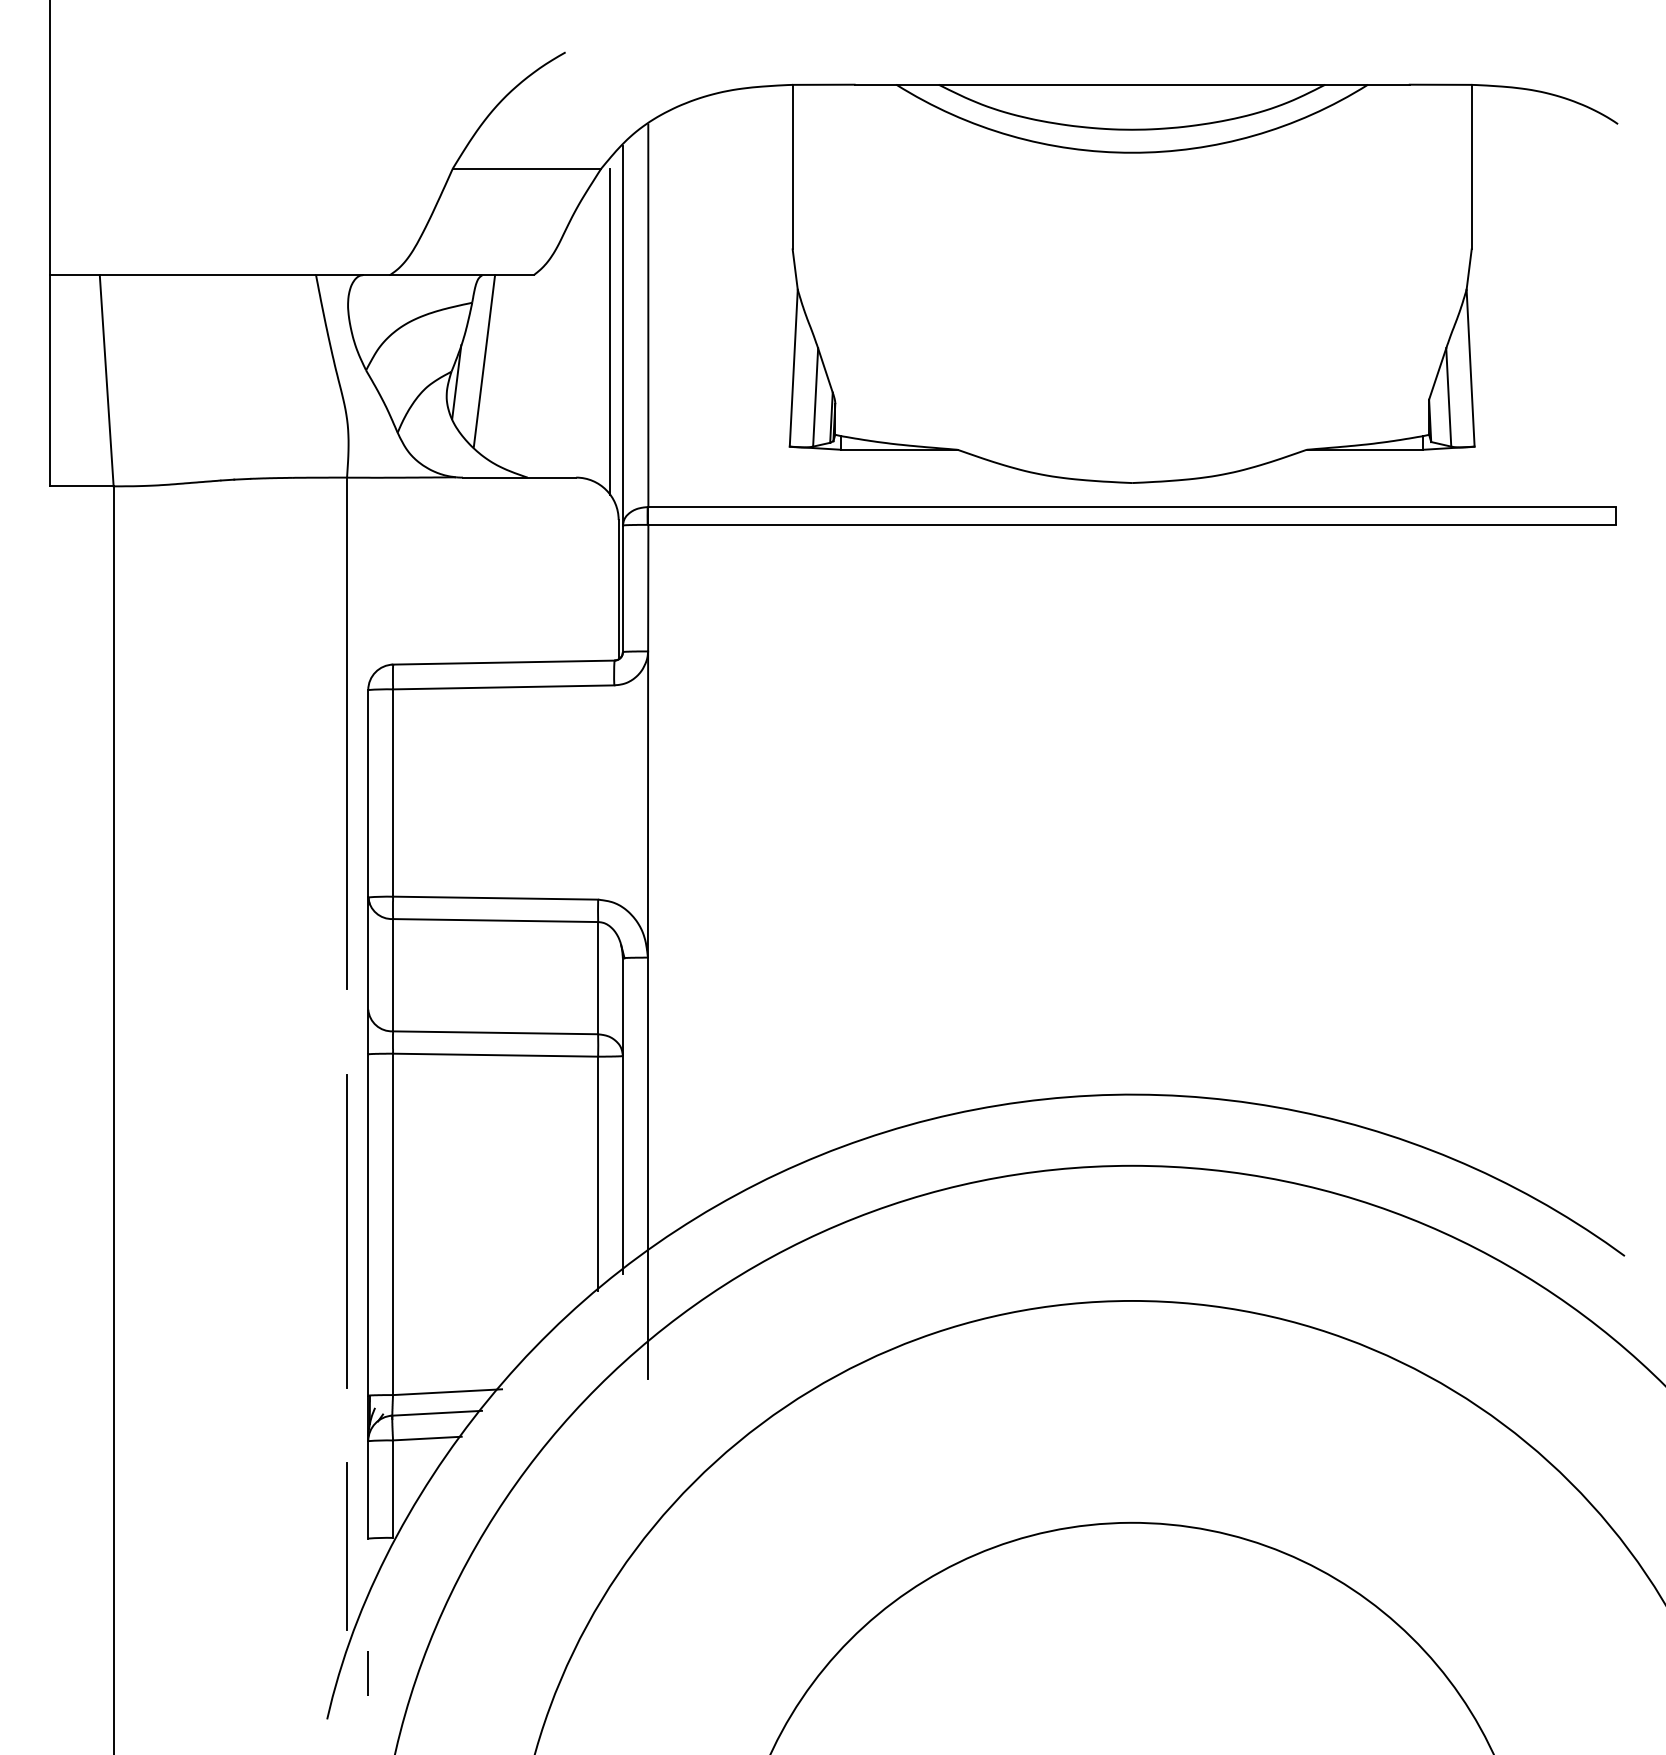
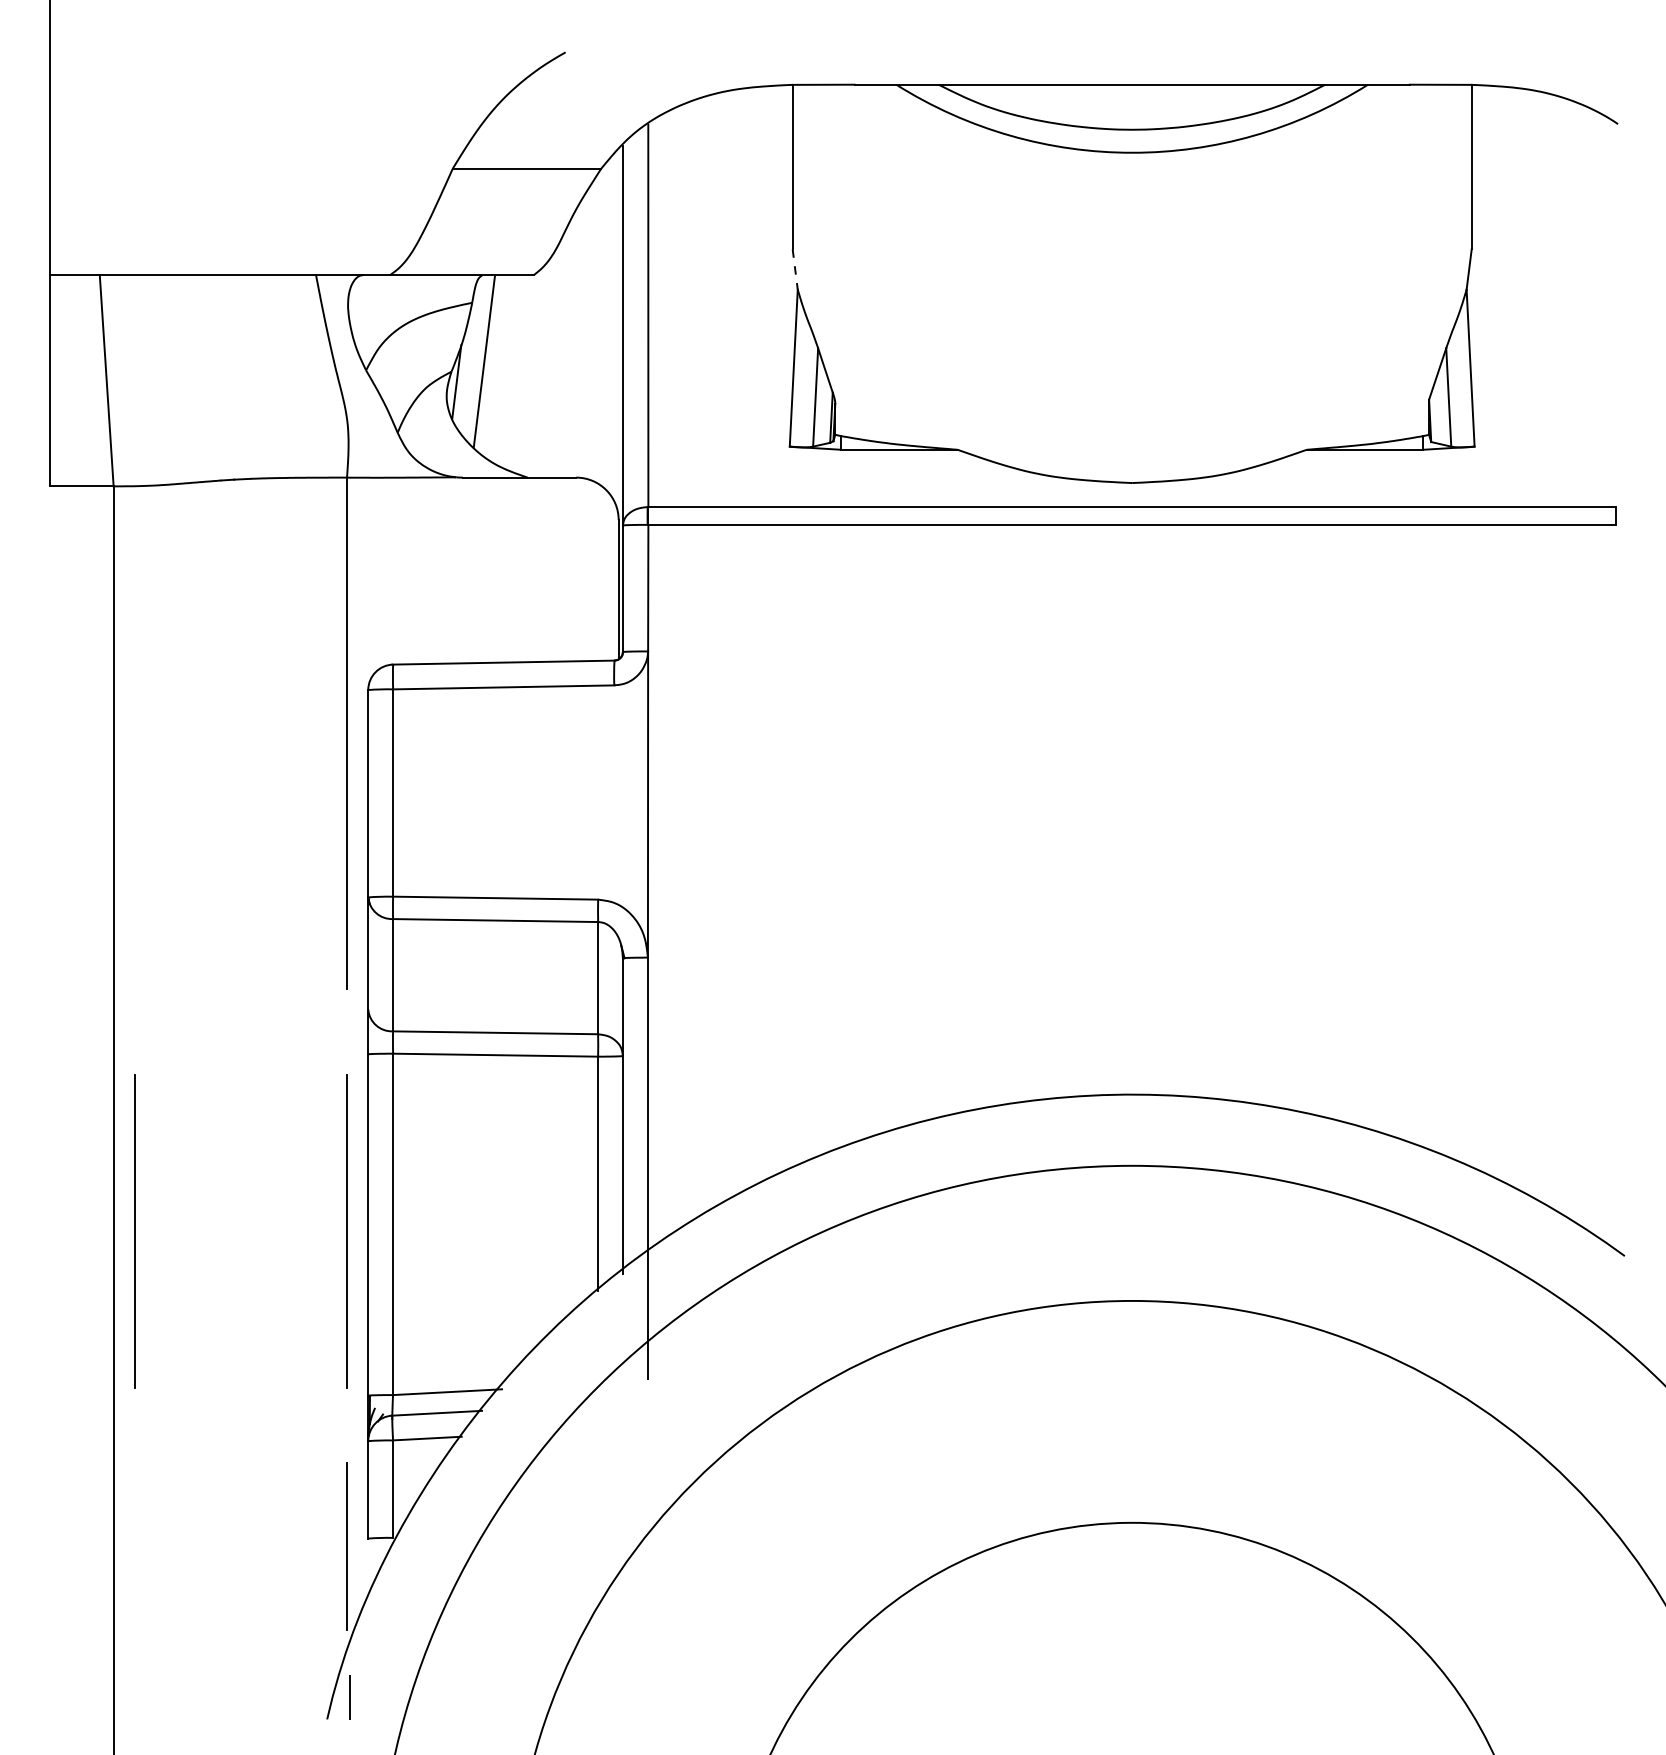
line at (795, 270): solid -> dashed
line at (610, 331): present -> none
line at (134, 1231): none -> present
line at (367, 1673) position: (367, 1673) -> (349, 1697)
